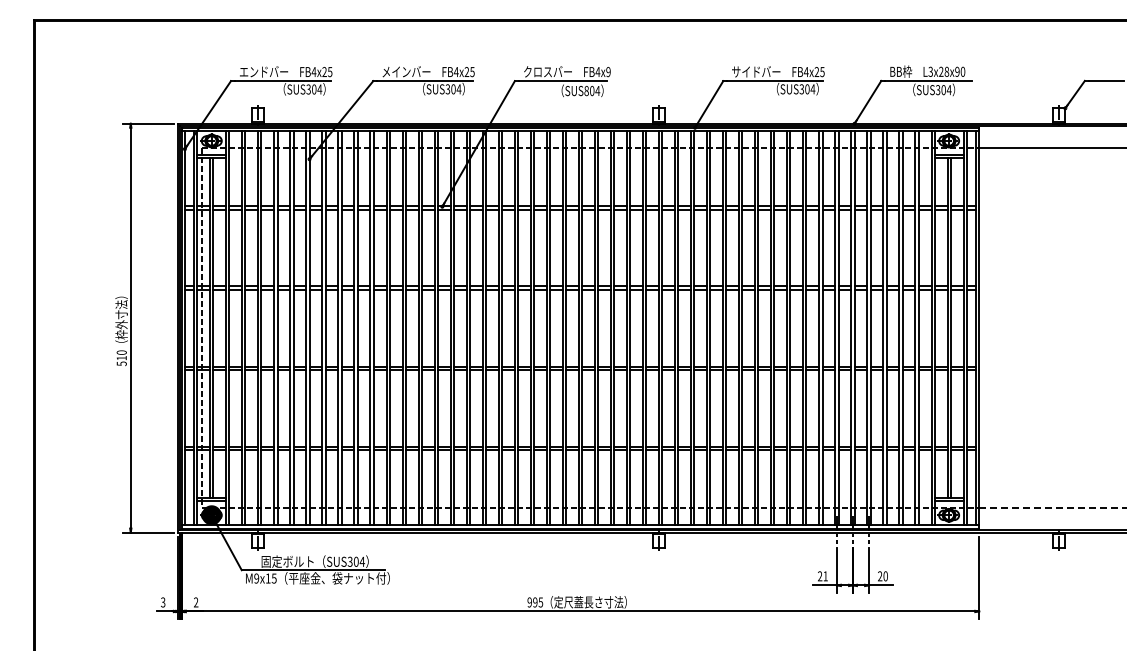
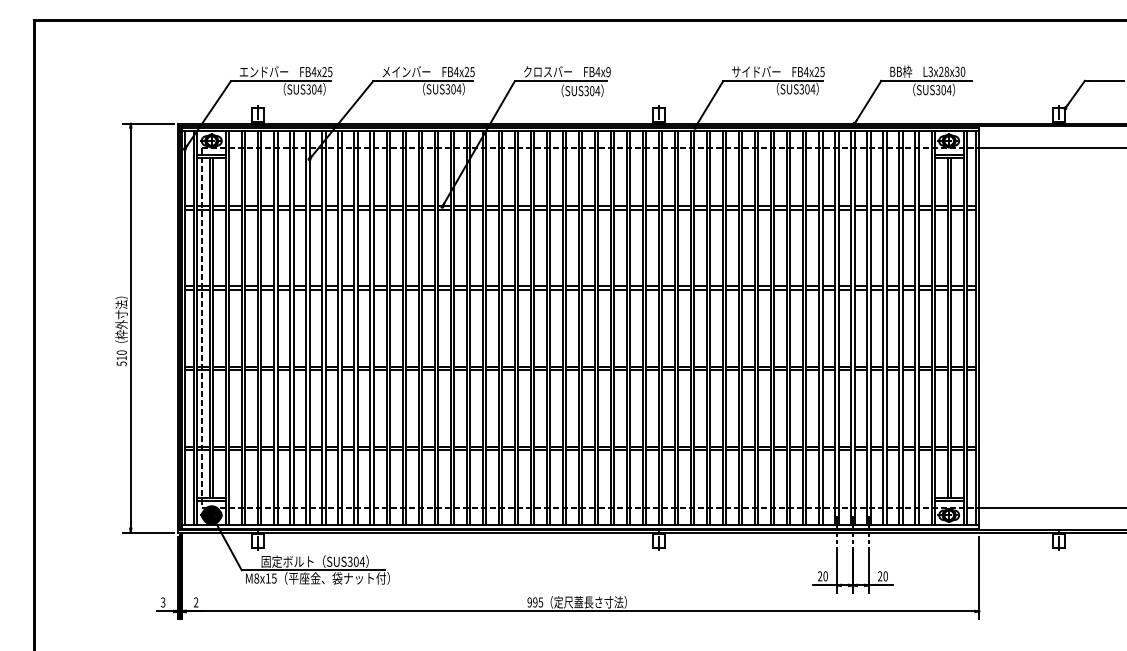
text at (957, 71): L3x28x90 -> L3x28x30
text at (586, 90): SUS804 -> SUS304
line at (1052, 508): dashed -> solid
text at (825, 576): 21 -> 20
text at (256, 578): M9x15 -> M8x15
